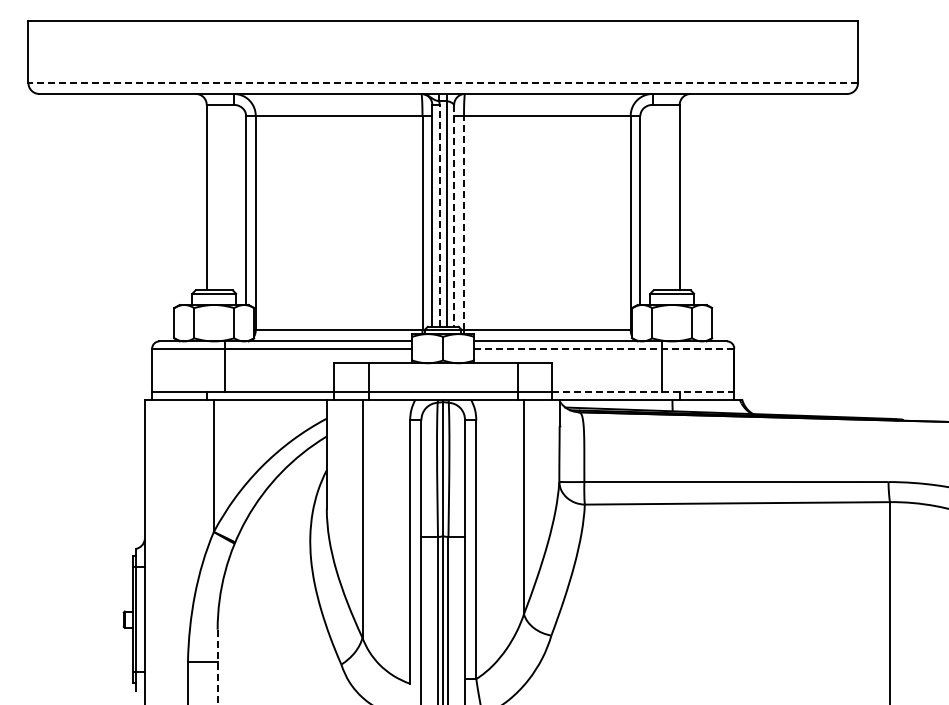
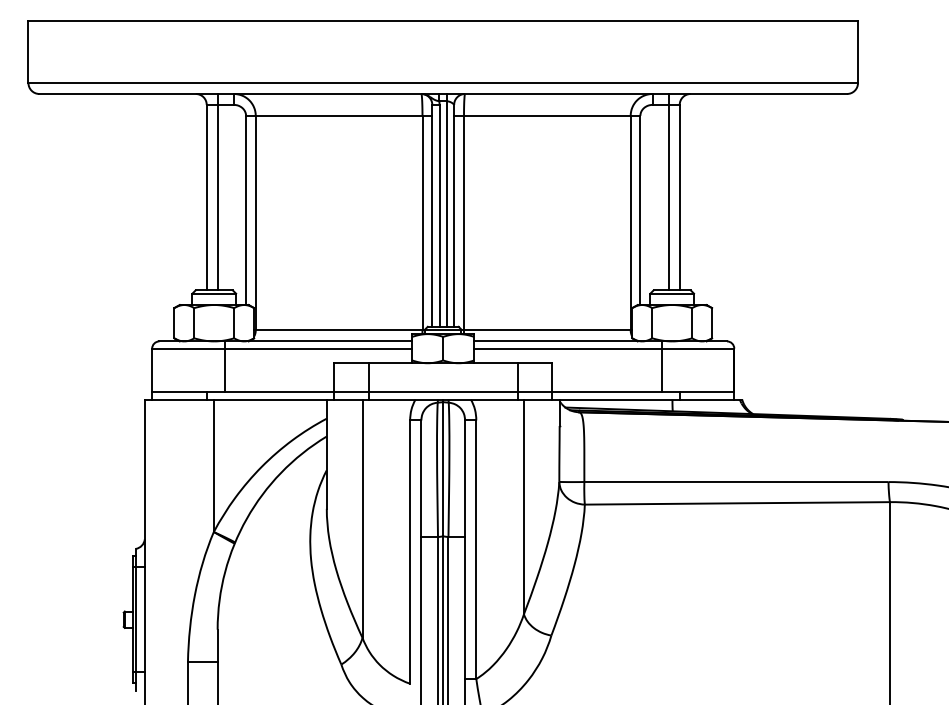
line at (443, 83): dashed -> solid
line at (217, 191): none -> present
line at (668, 191): none -> present
line at (439, 215): dashed -> solid
line at (454, 215): dashed -> solid
line at (464, 222): dashed -> solid
line at (604, 348): dashed -> solid
line at (643, 392): dashed -> solid
line at (217, 667): dashed -> solid
